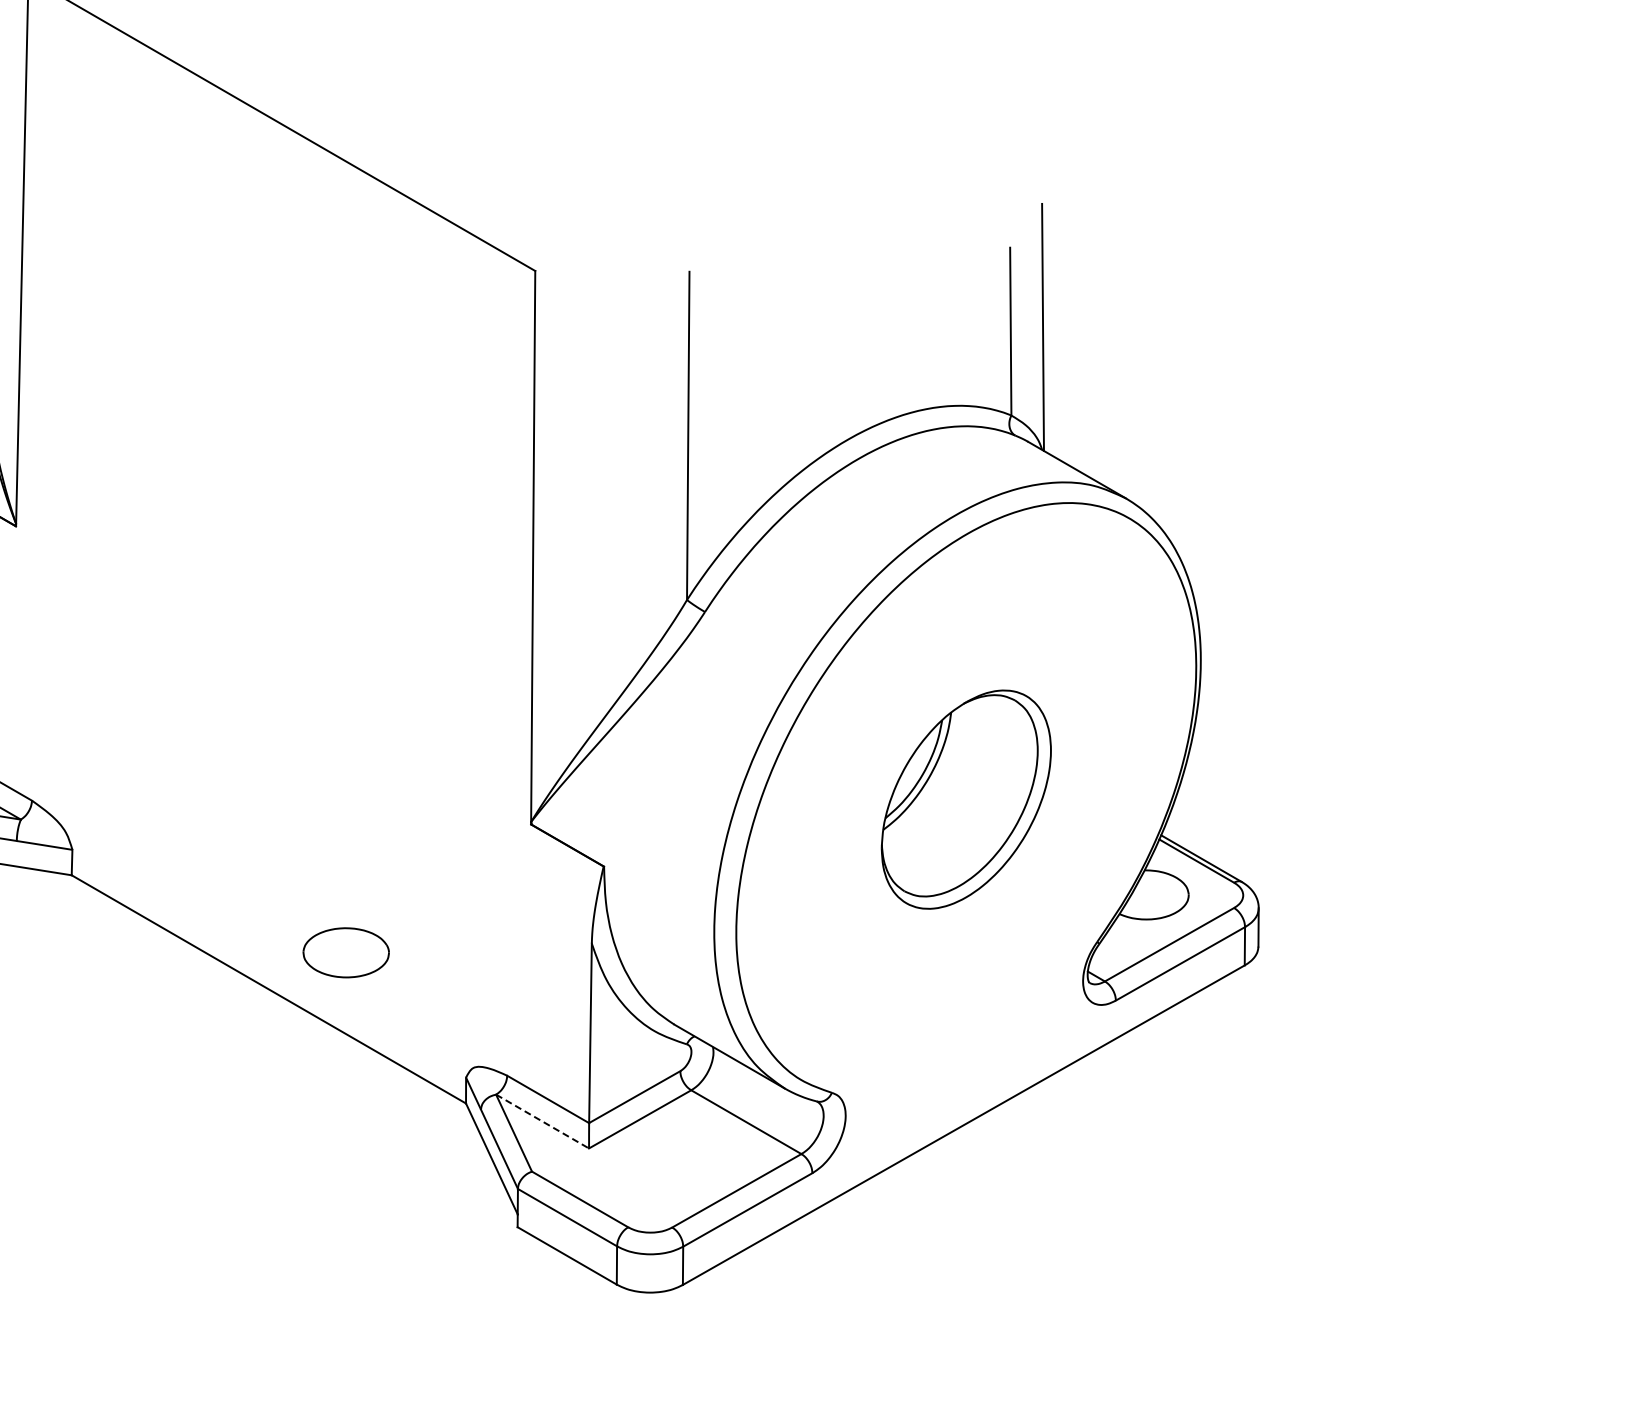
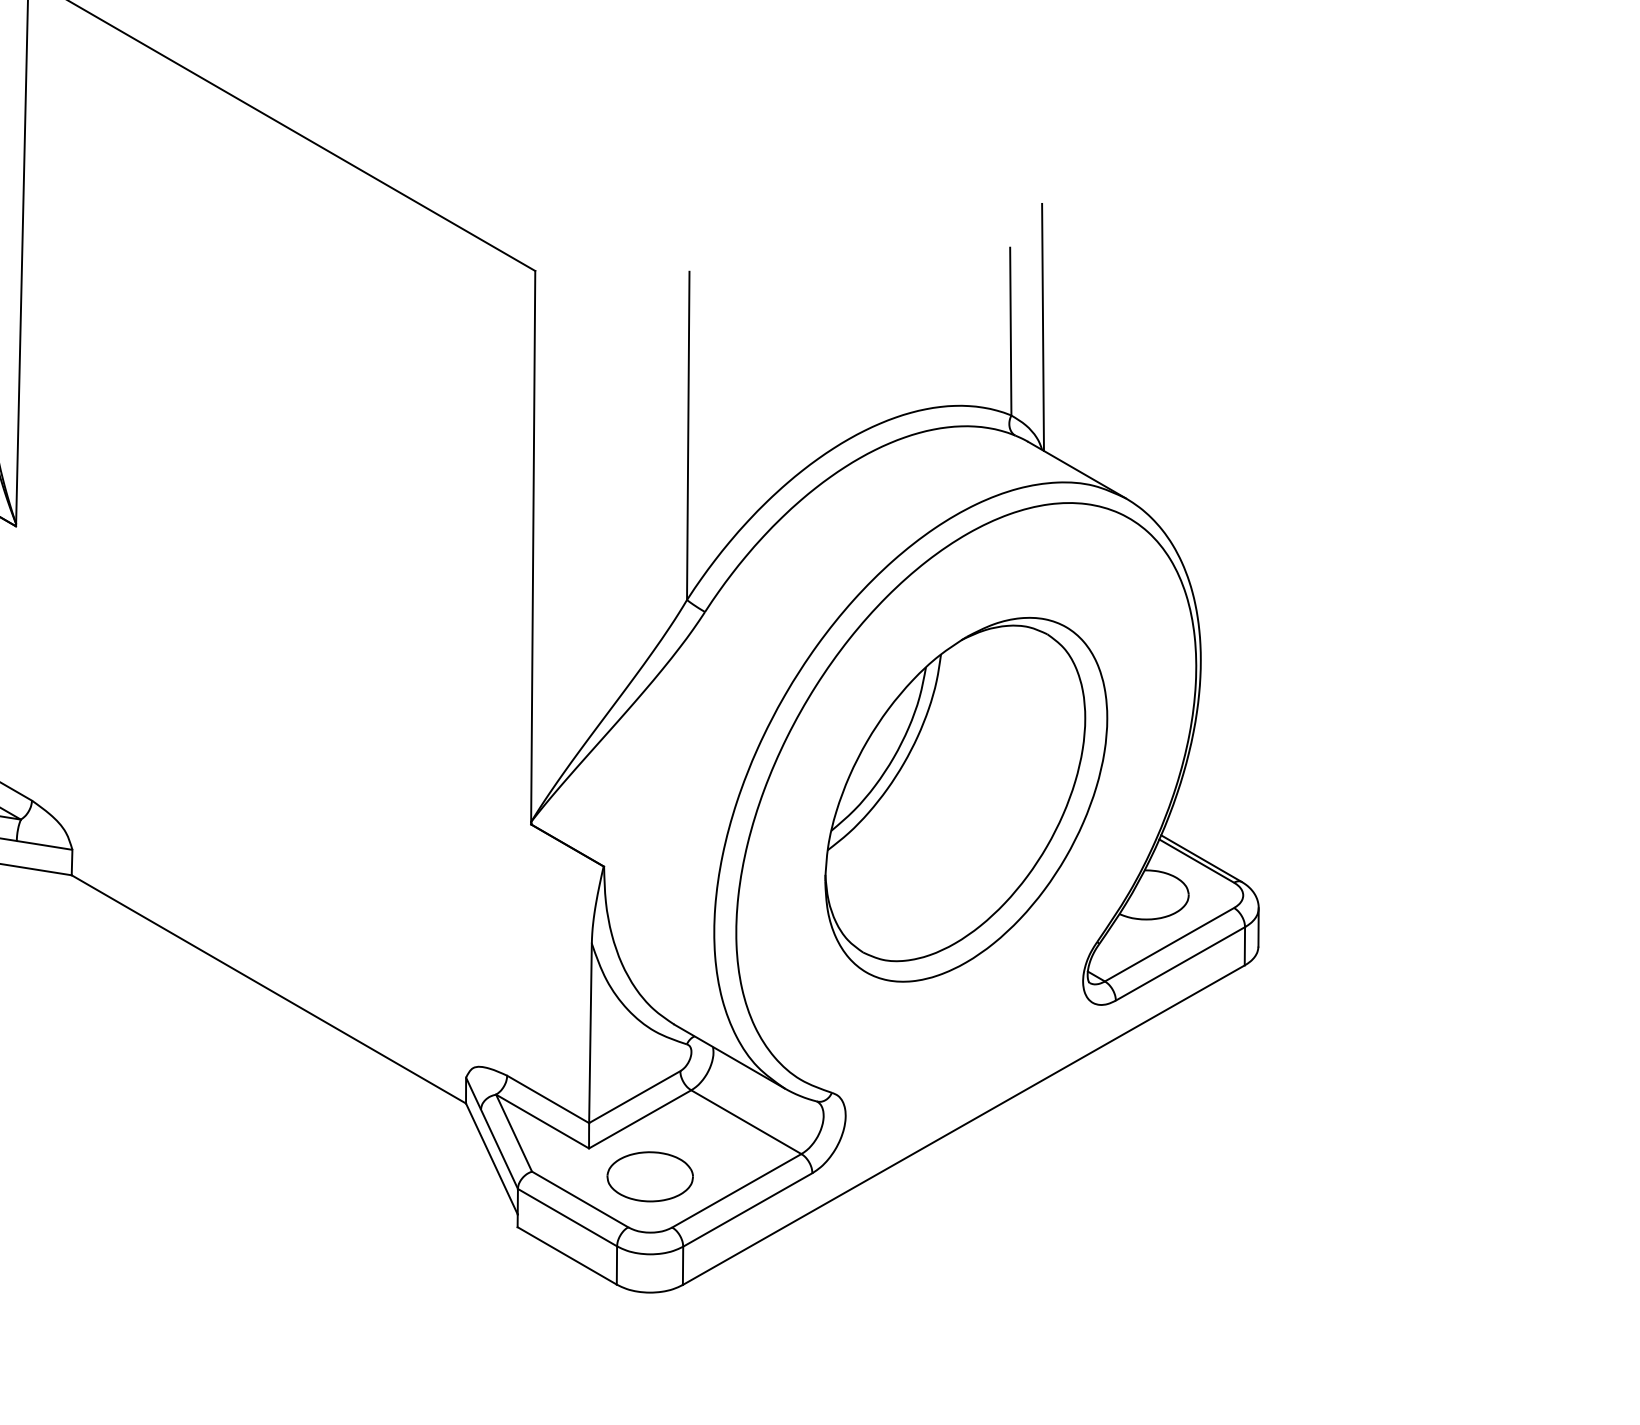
part at (965, 799) size: 172x221 px -> 285x367 px
part at (345, 952) position: (345, 952) -> (649, 1176)
line at (542, 1121): dashed -> solid
